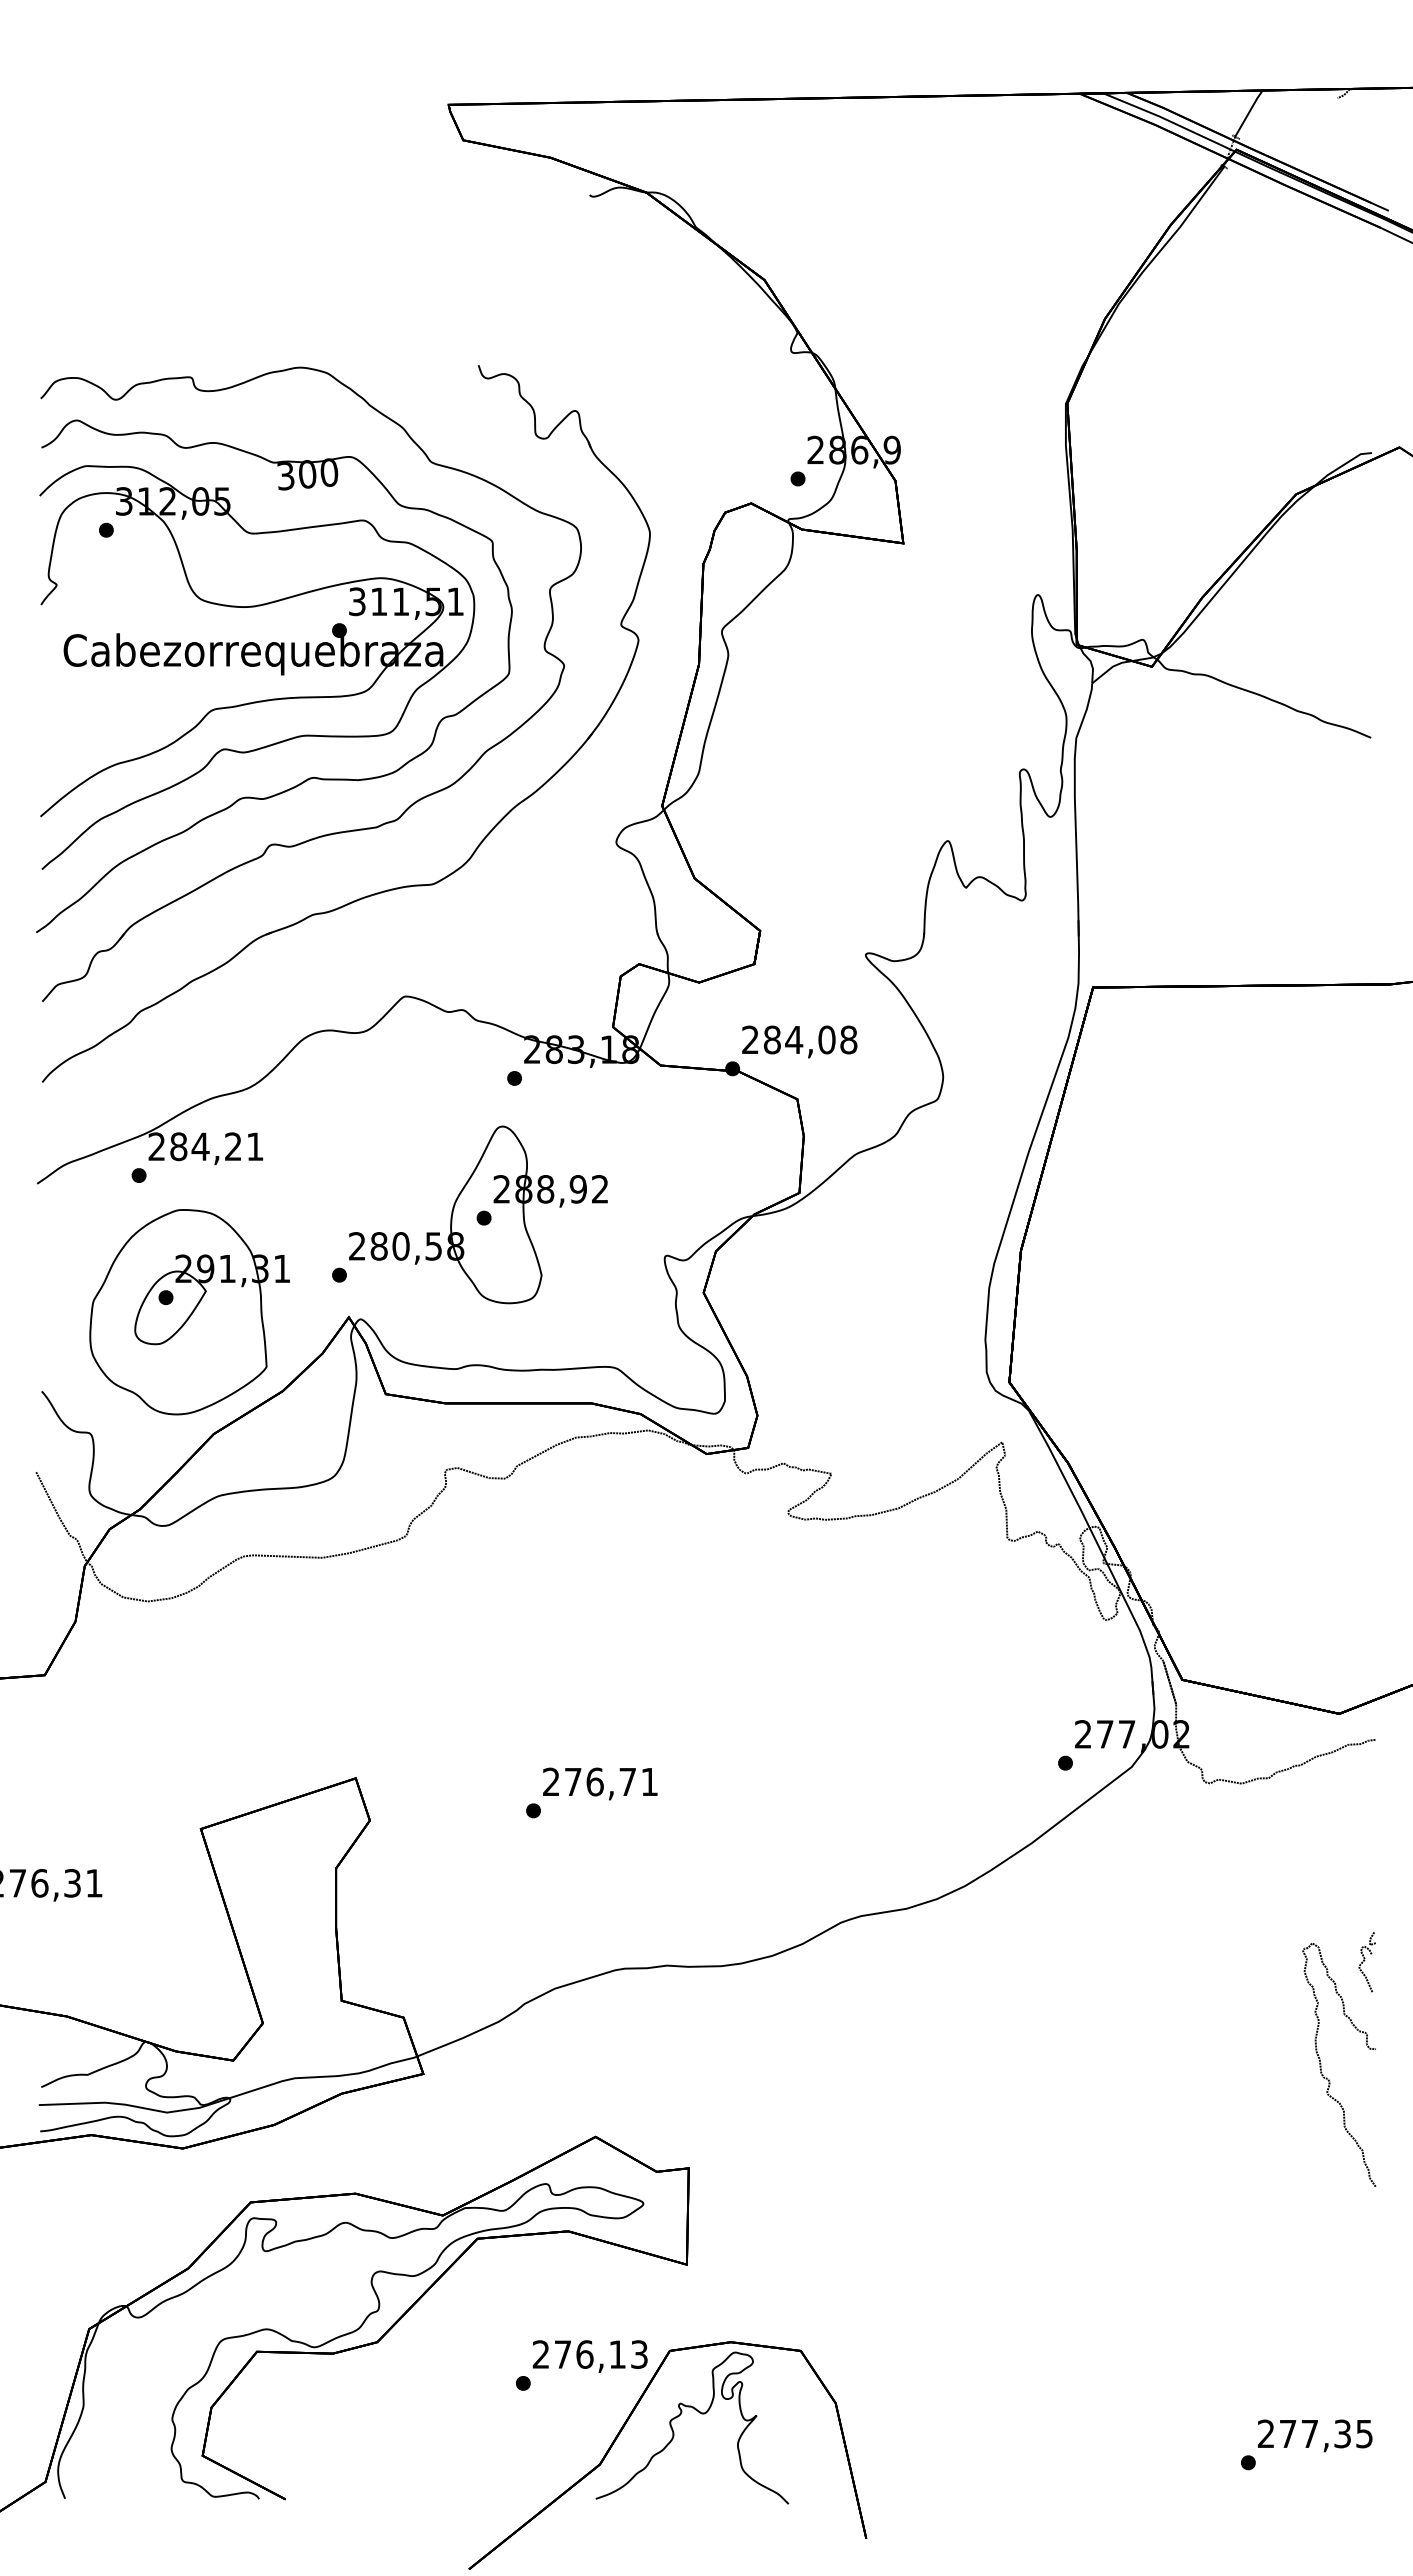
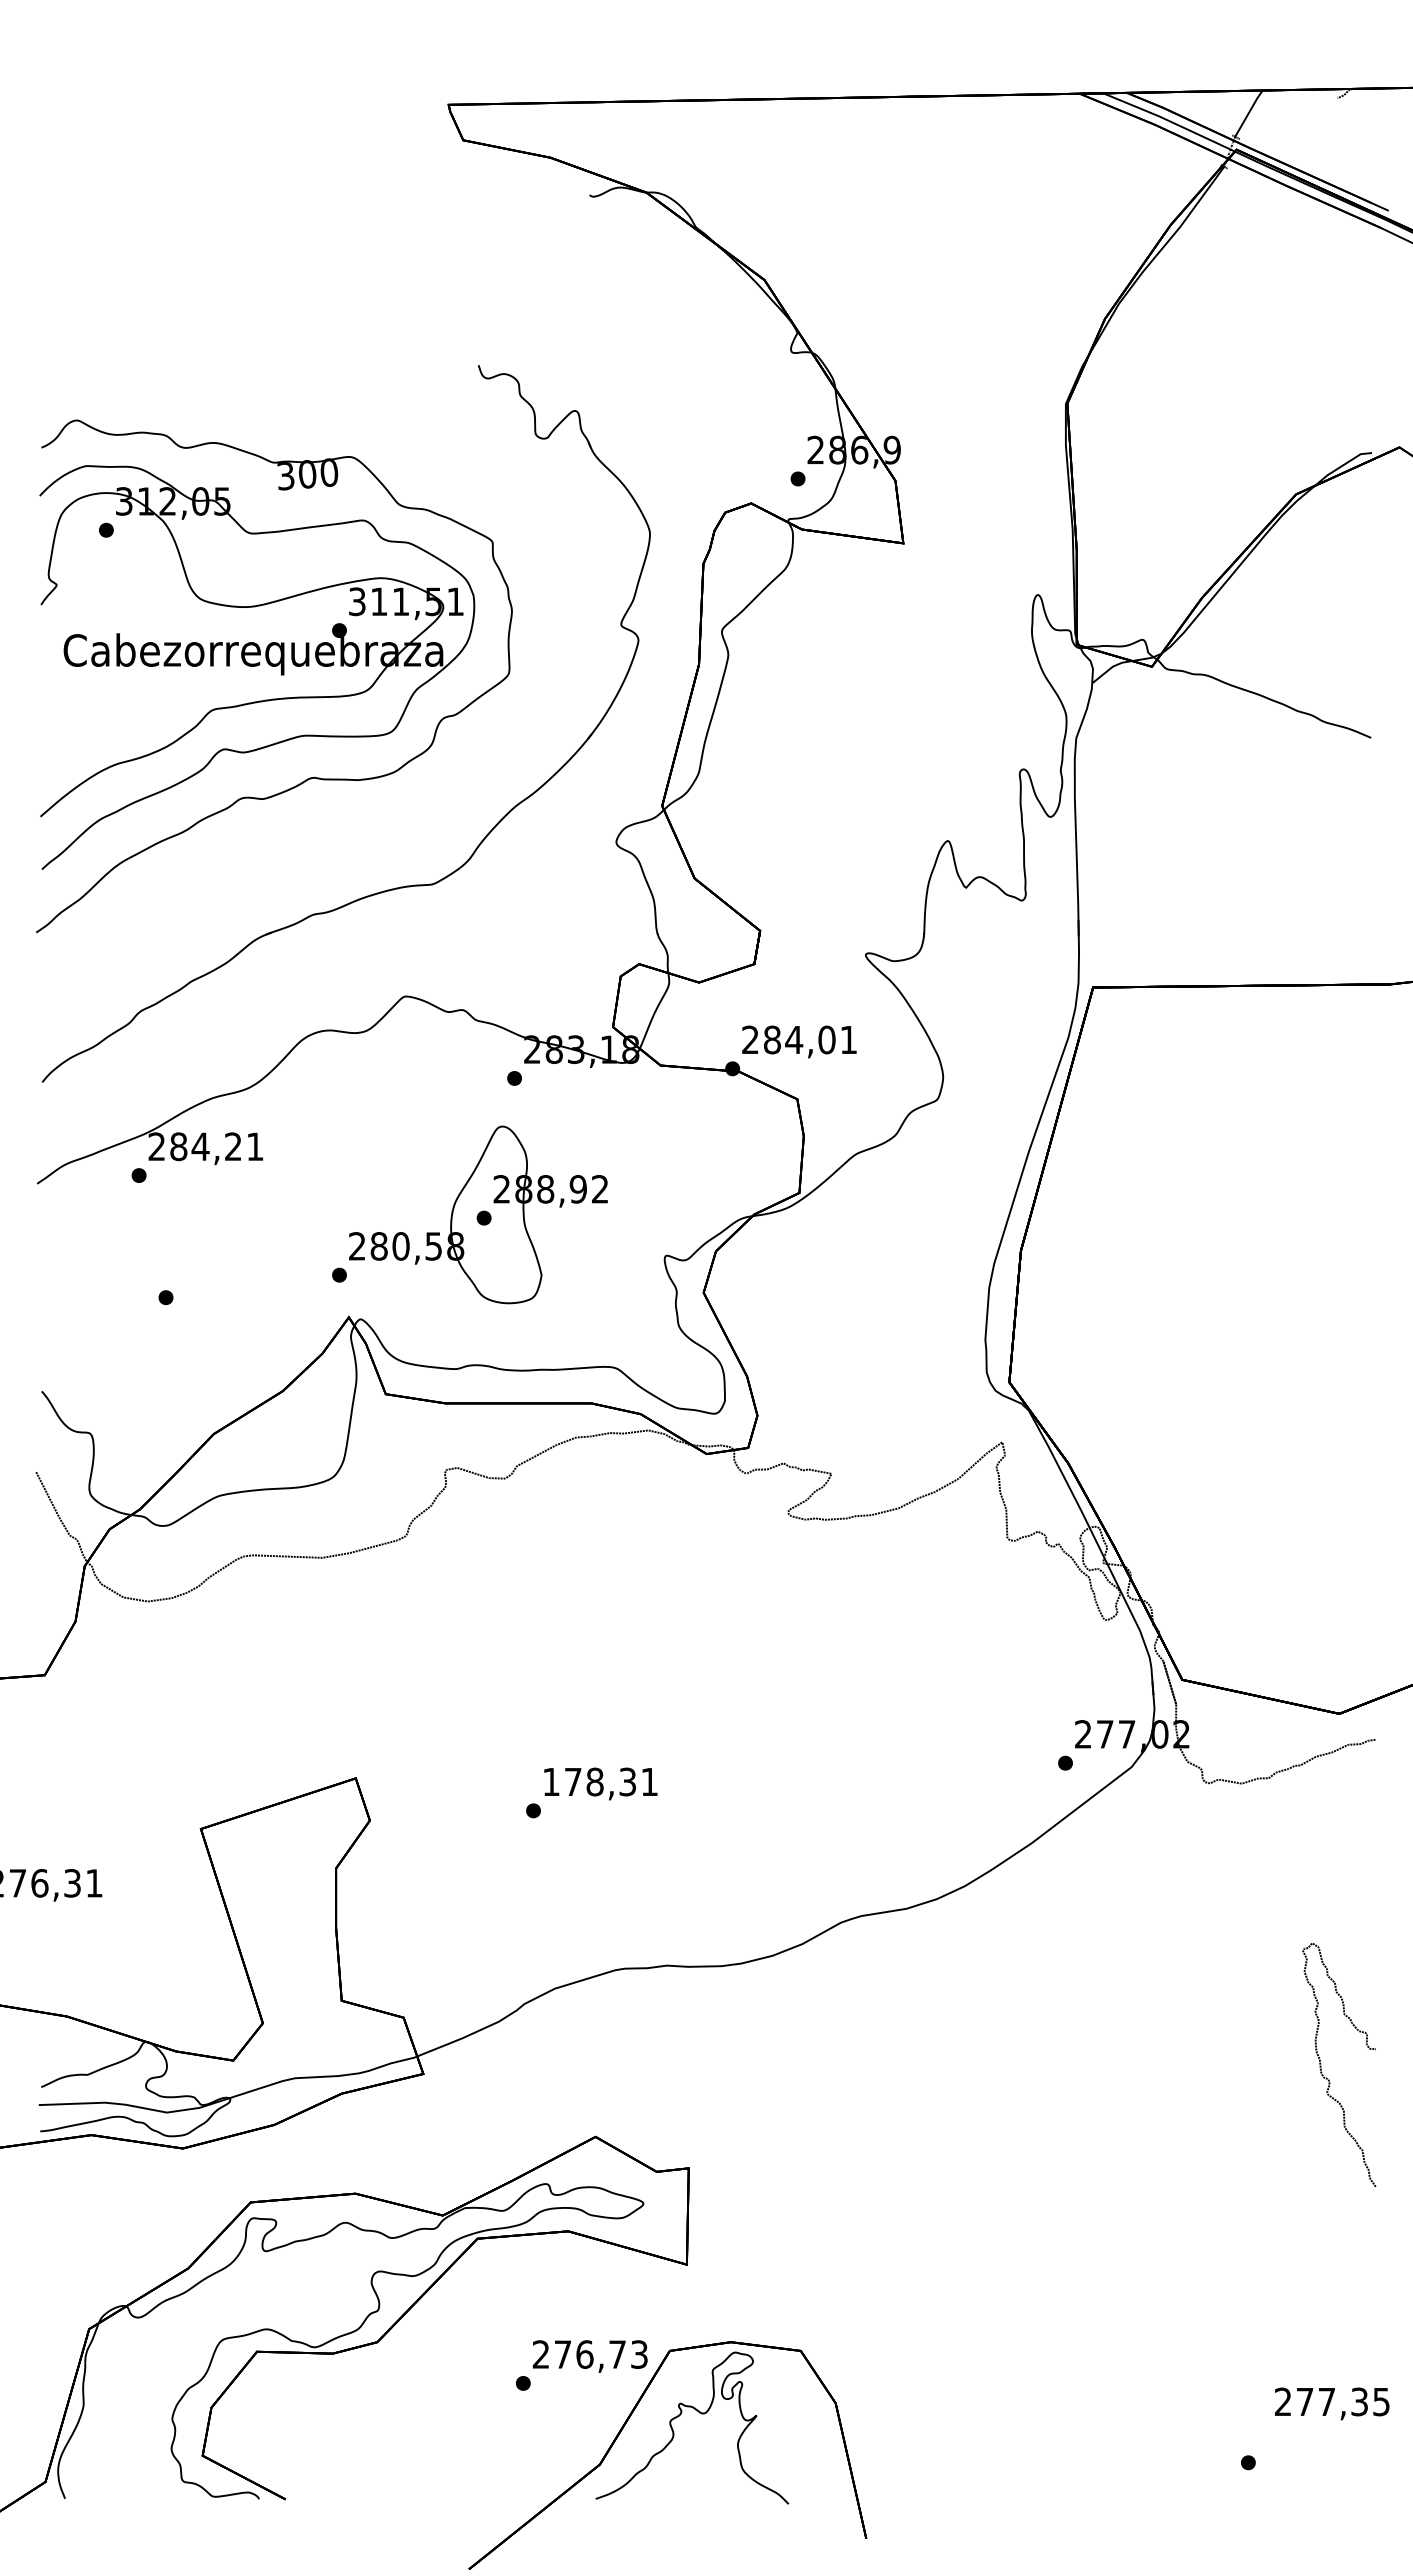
part at (333, 832): present -> none
text at (848, 1039): 284,08 -> 284,01
part at (189, 1312): present -> none
text at (589, 1781): 276,71 -> 178,31
part at (1366, 1962): present -> none
text at (617, 2354): 276,13 -> 276,73
text at (1315, 2435) position: (1315, 2435) -> (1332, 2403)
